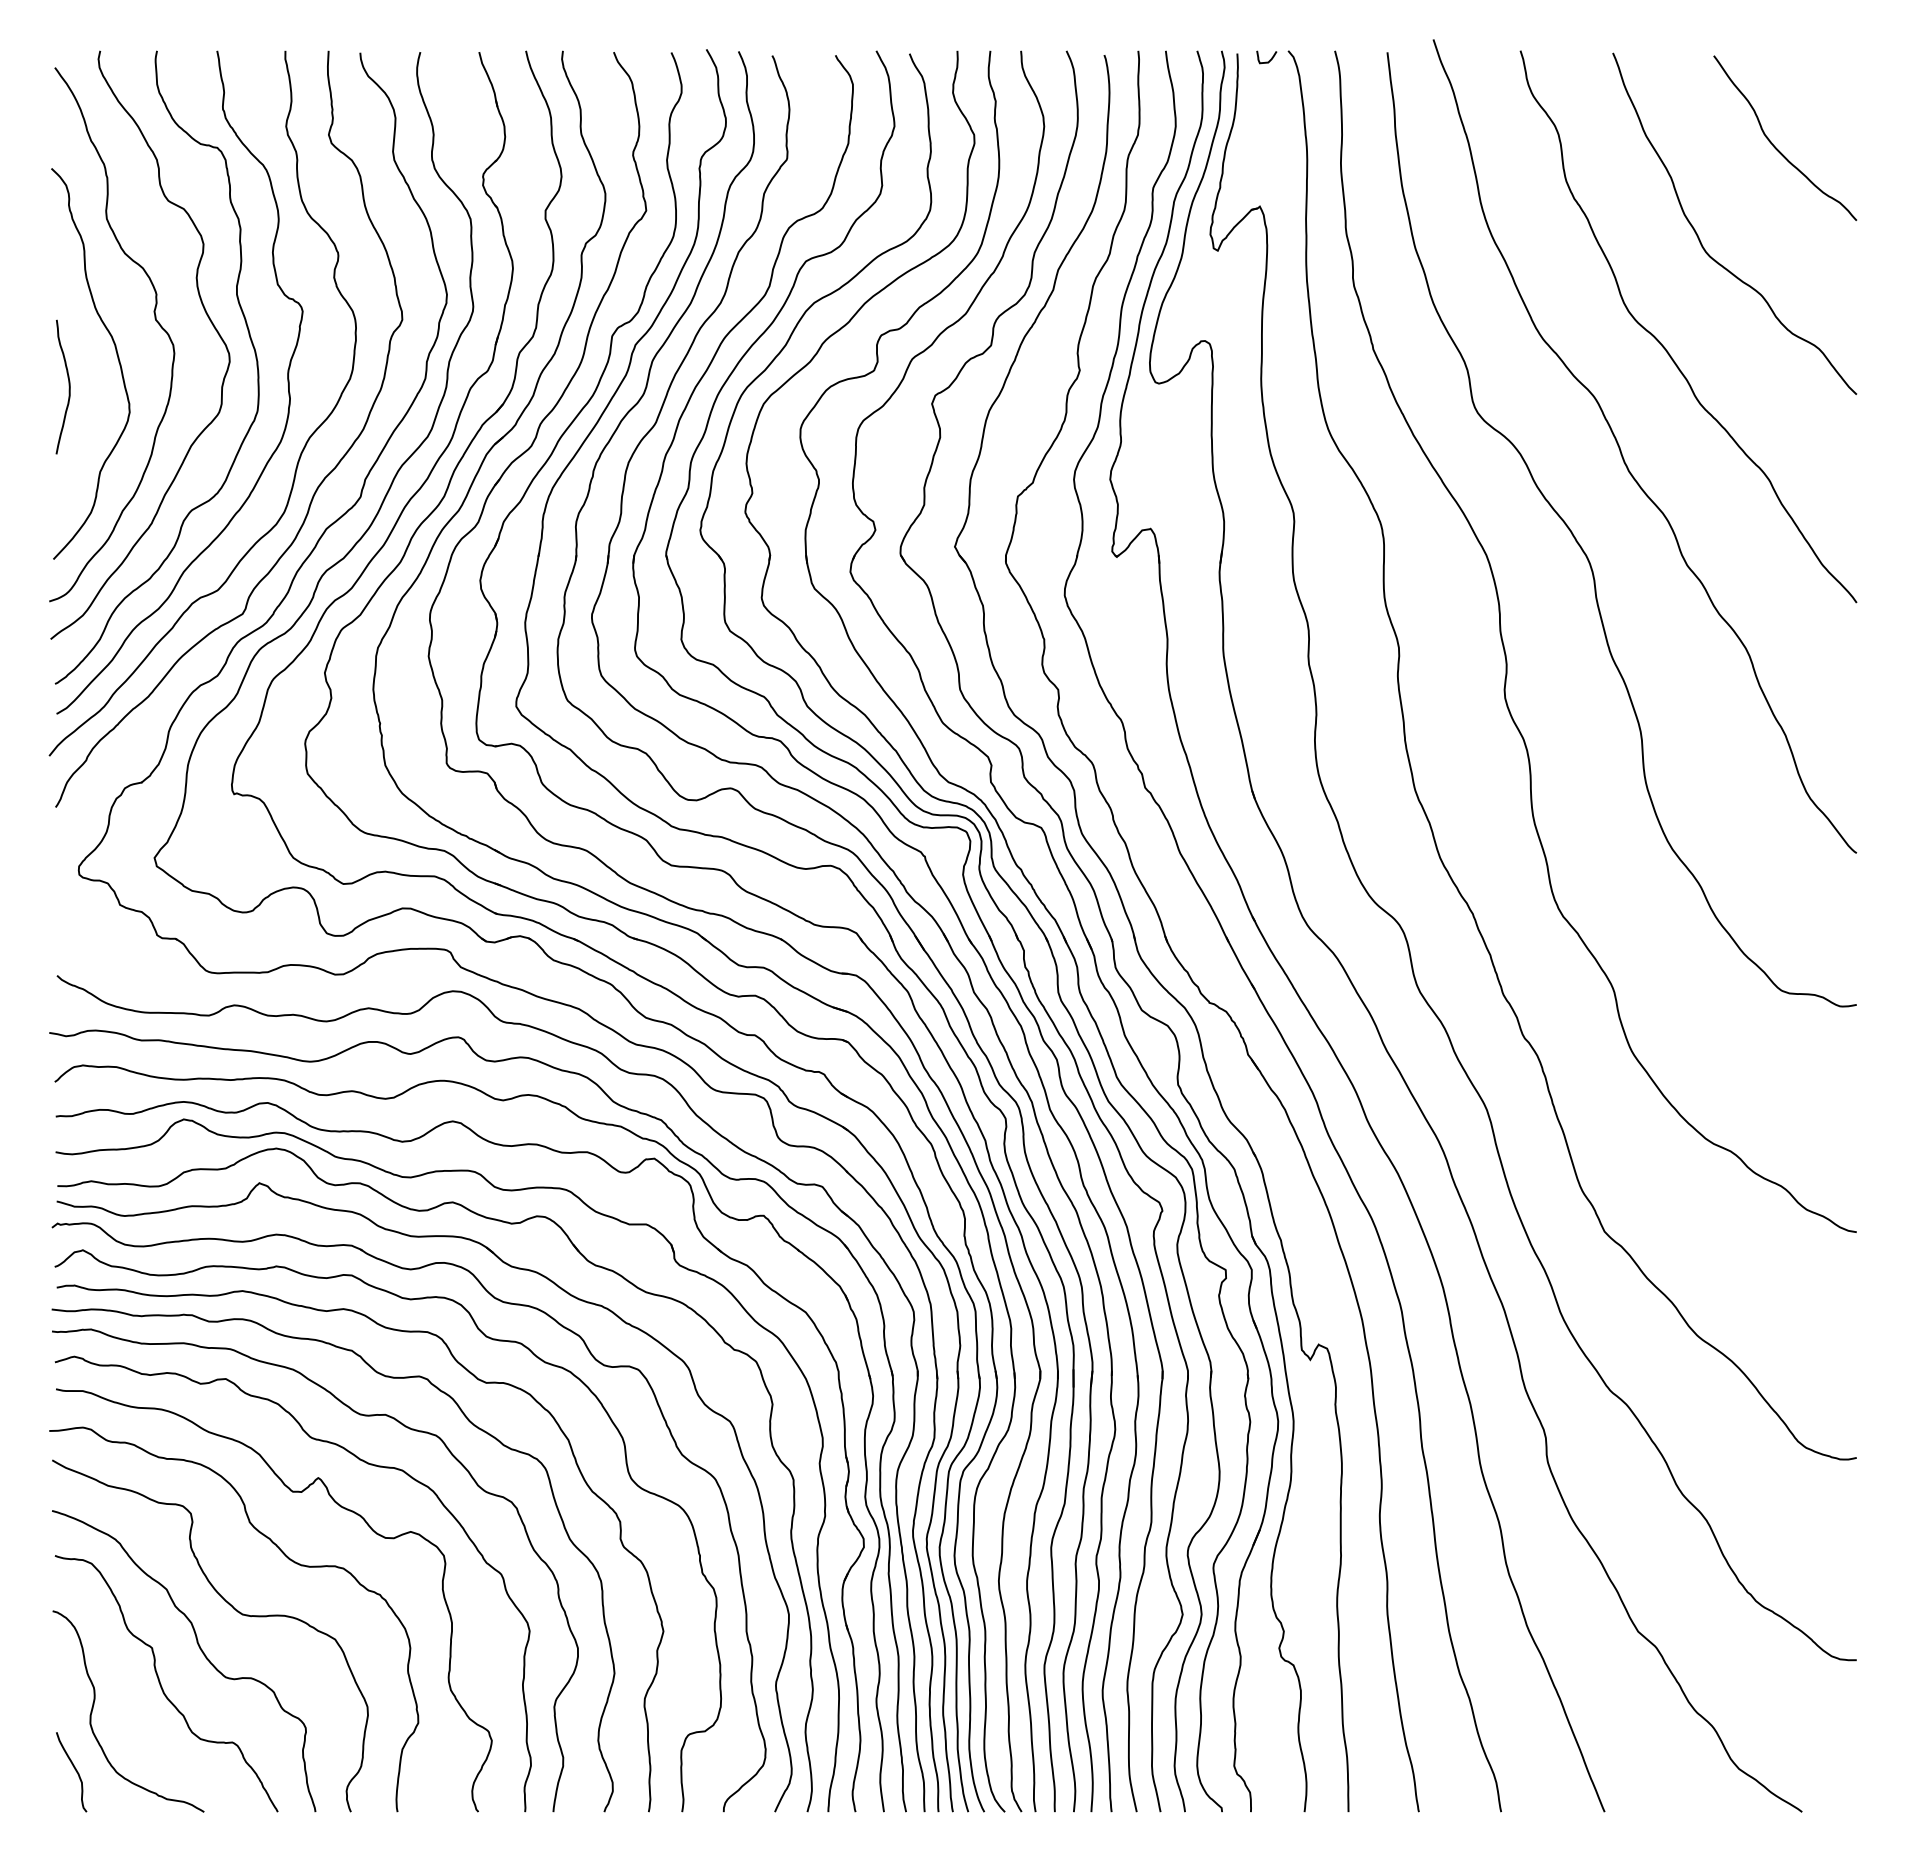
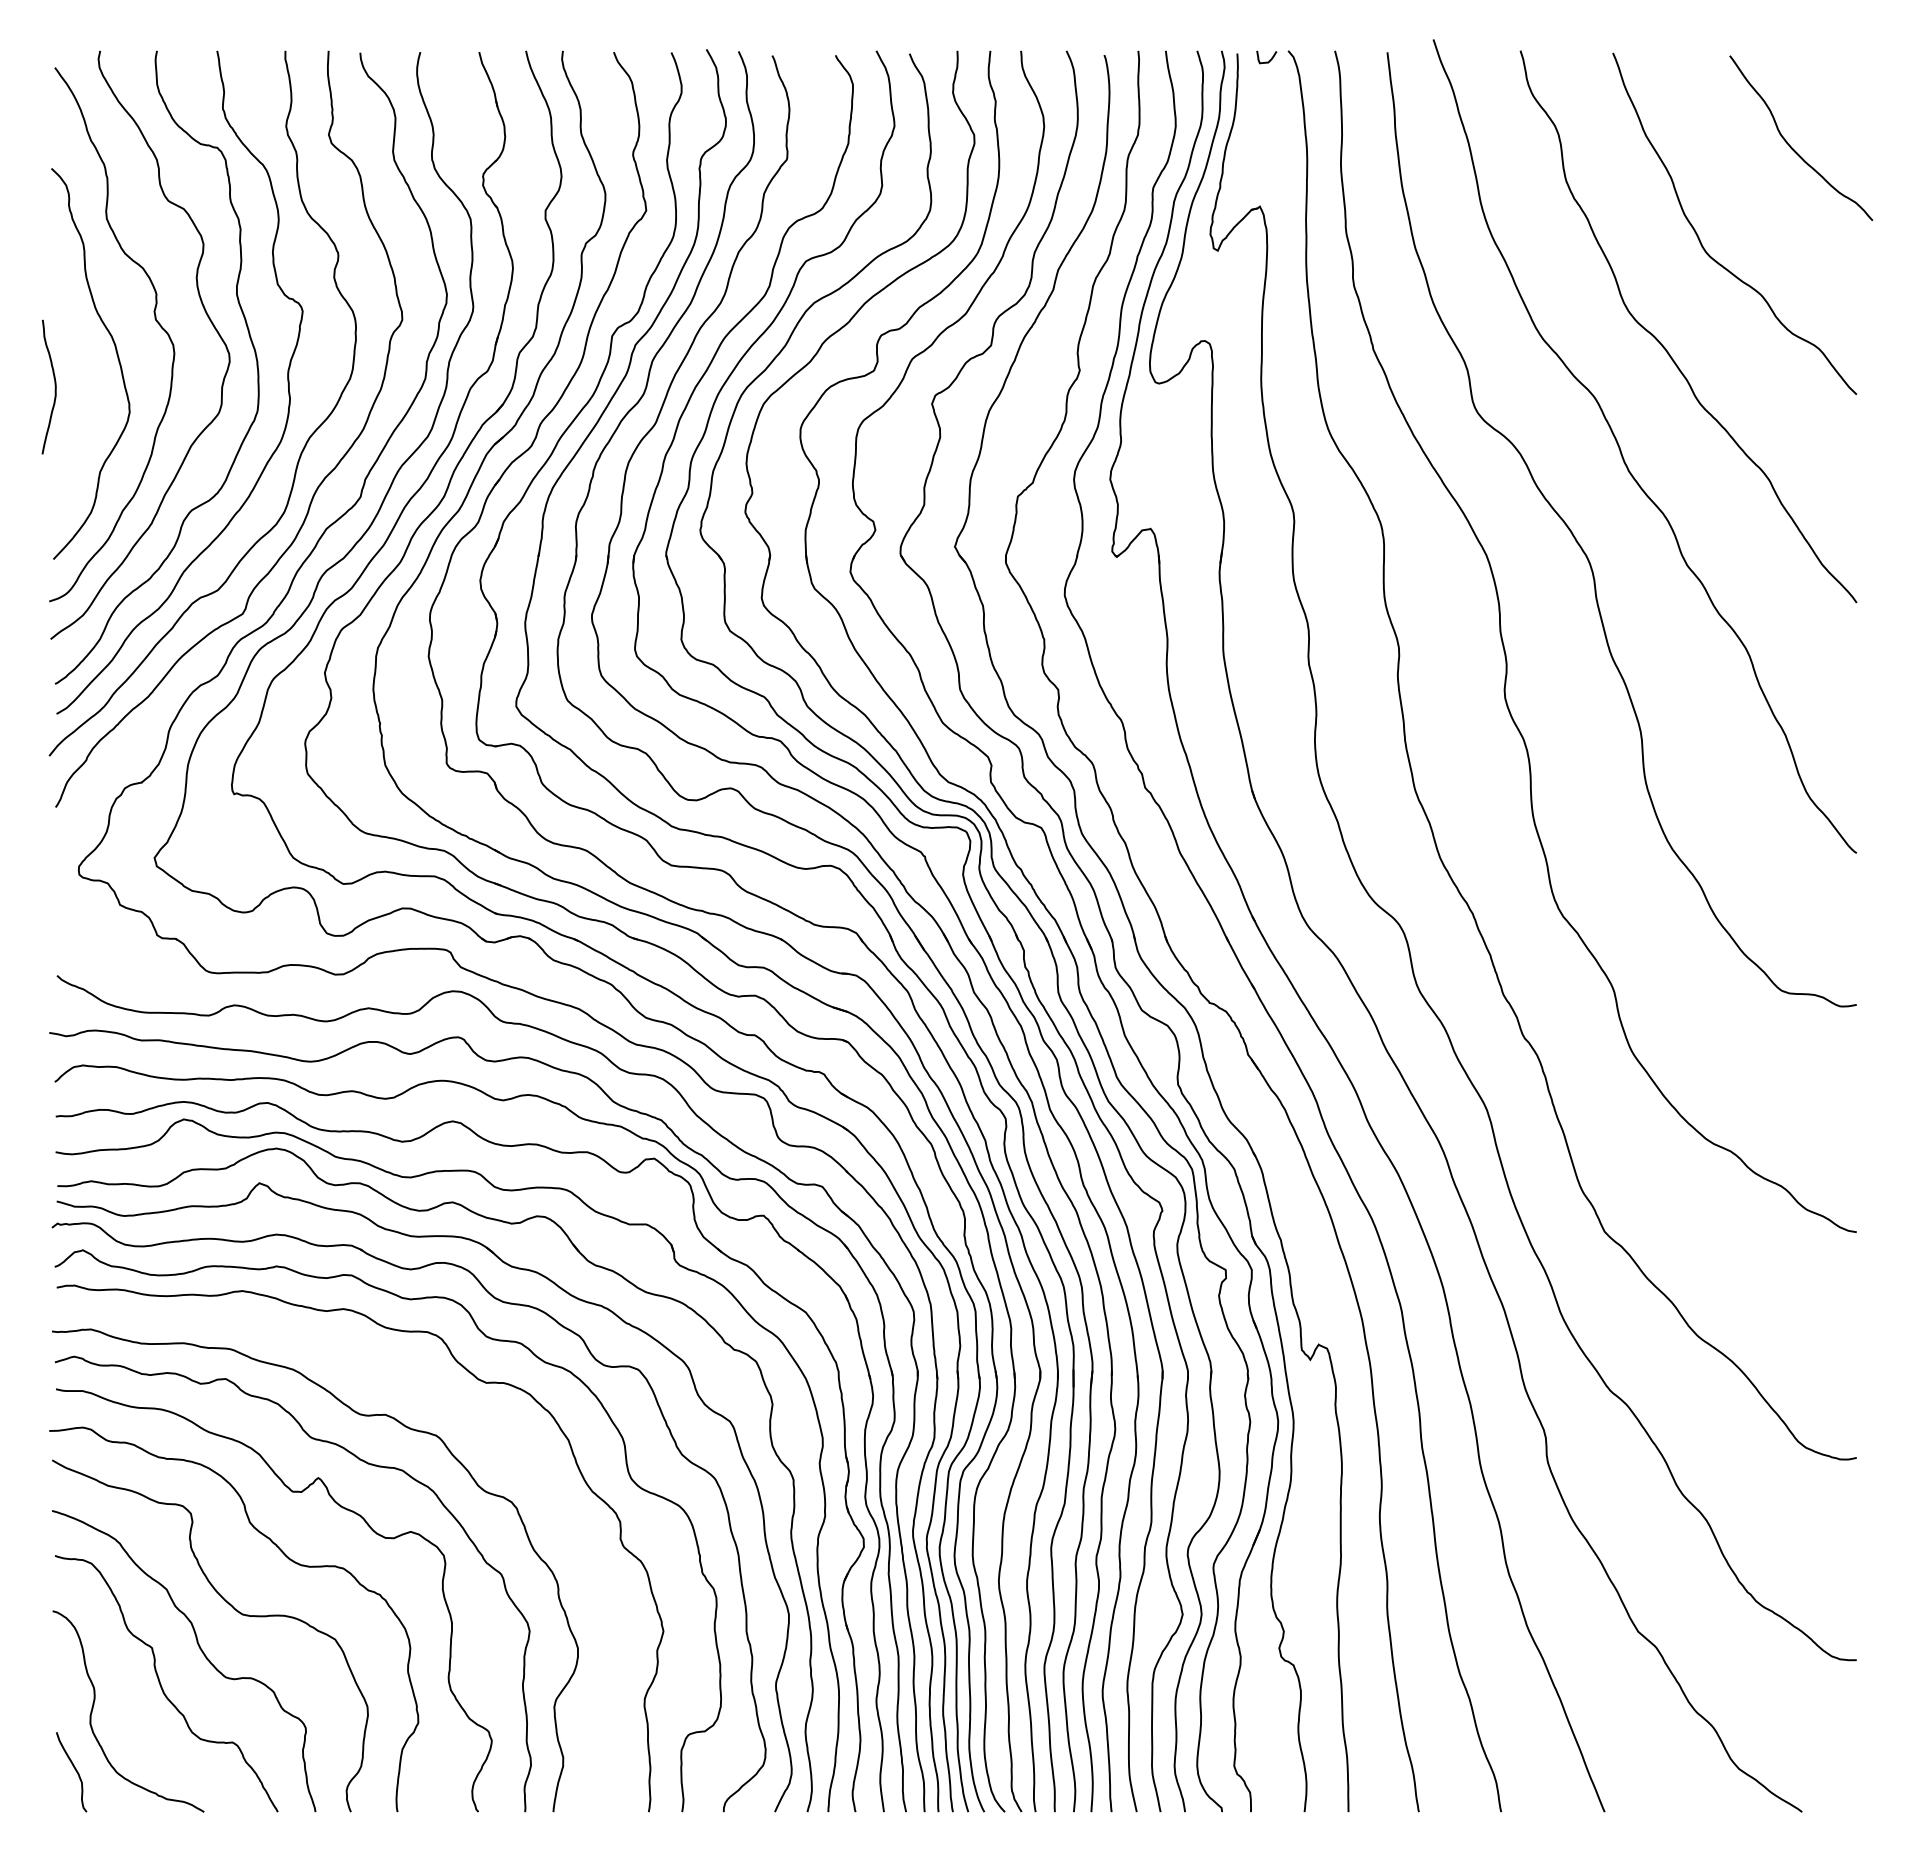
curve at (1775, 146) position: (1775, 146) -> (1791, 146)
curve at (68, 386) position: (68, 386) -> (54, 386)
curve at (385, 1377): present -> none
